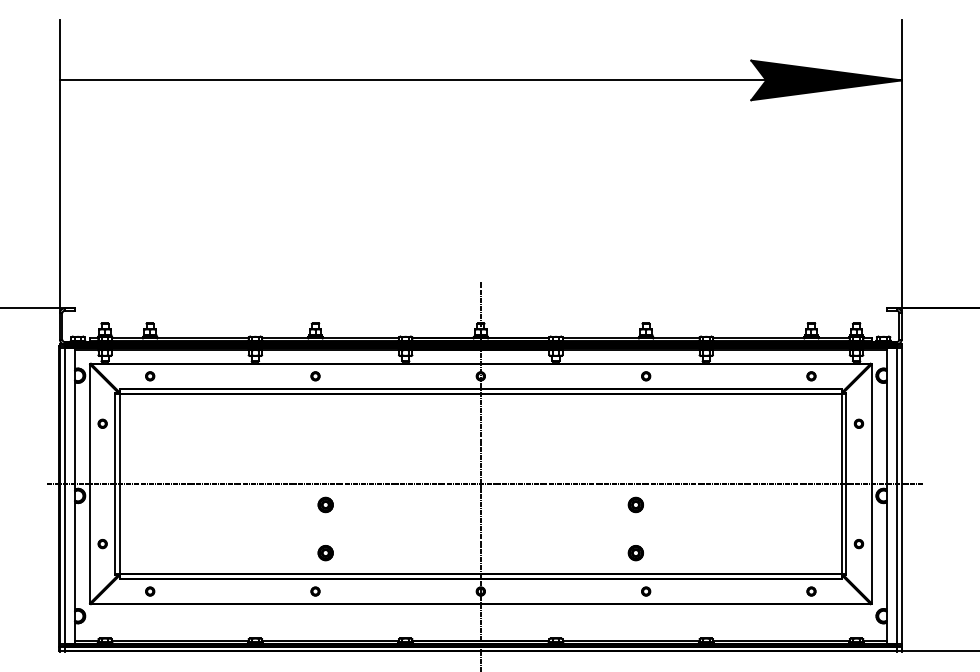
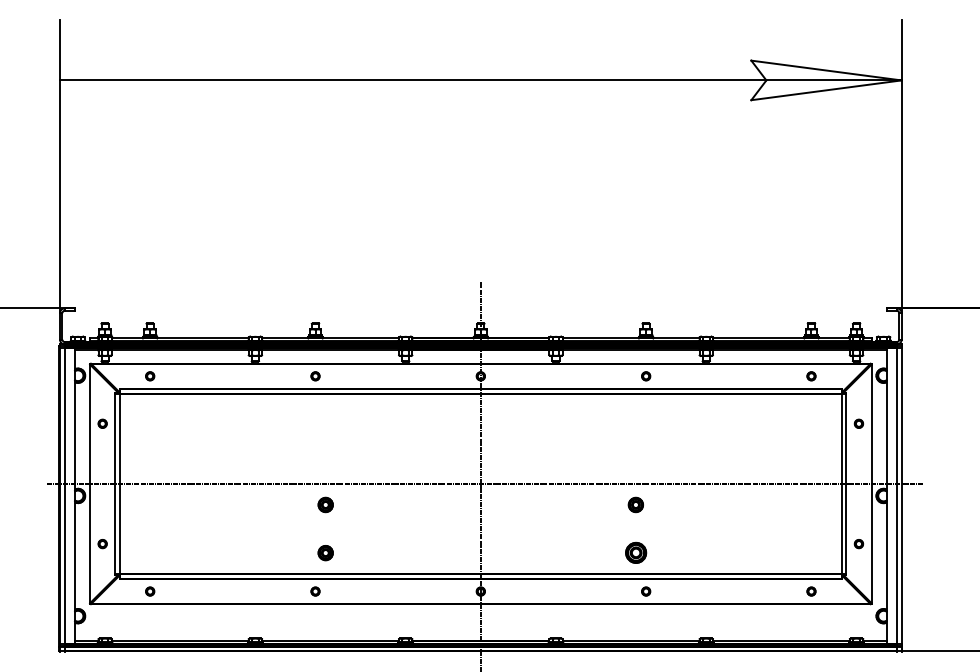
fill at (826, 80): present -> none
part at (635, 553) size: 17x17 px -> 23x23 px
